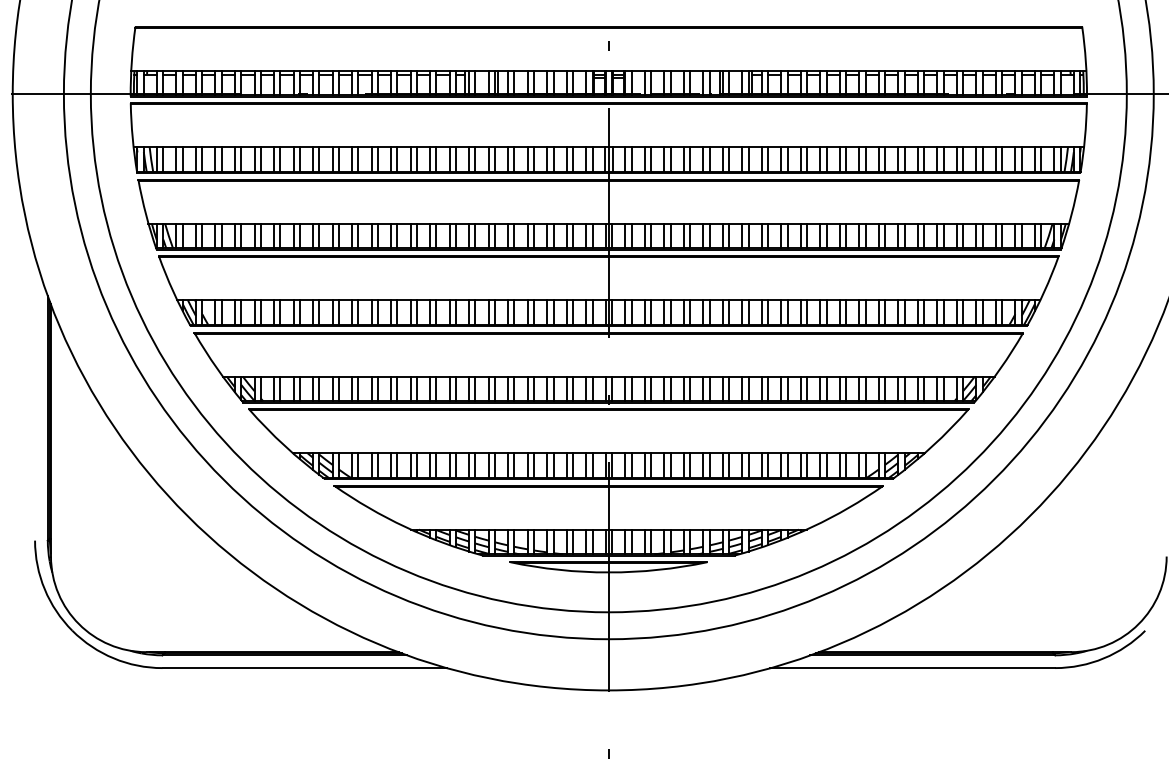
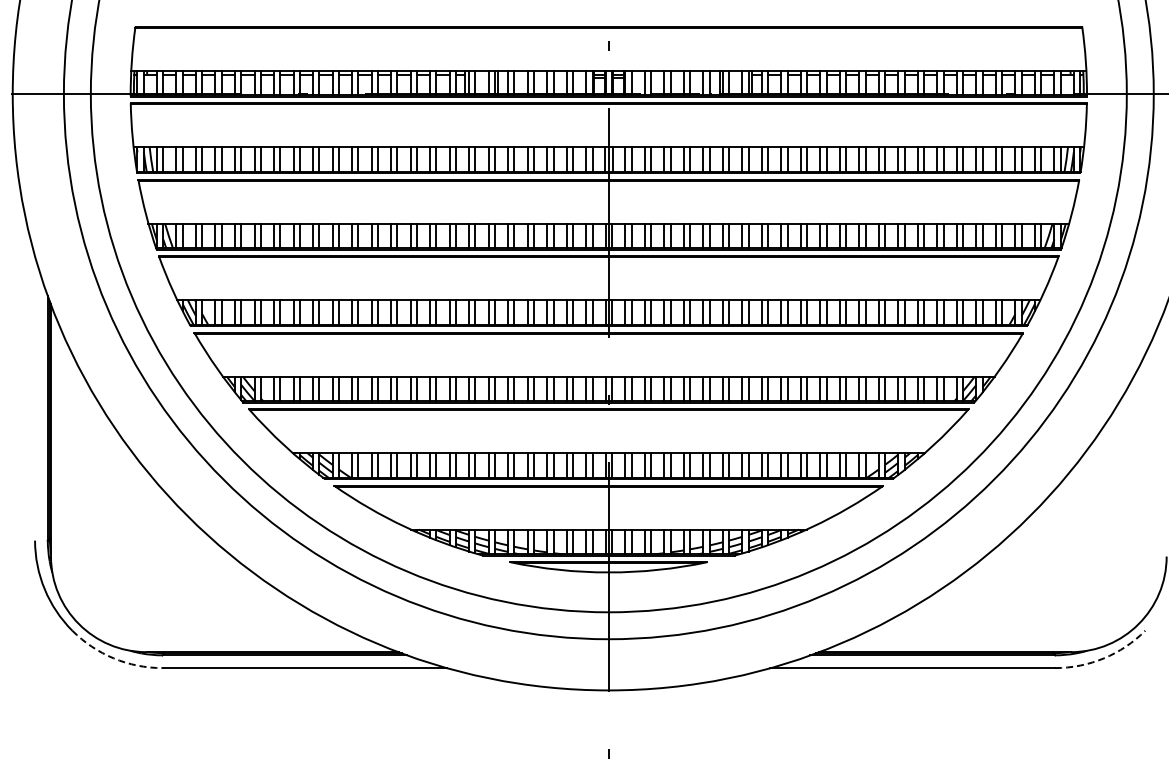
arc at (113, 658): solid -> dashed
arc at (1103, 658): solid -> dashed
